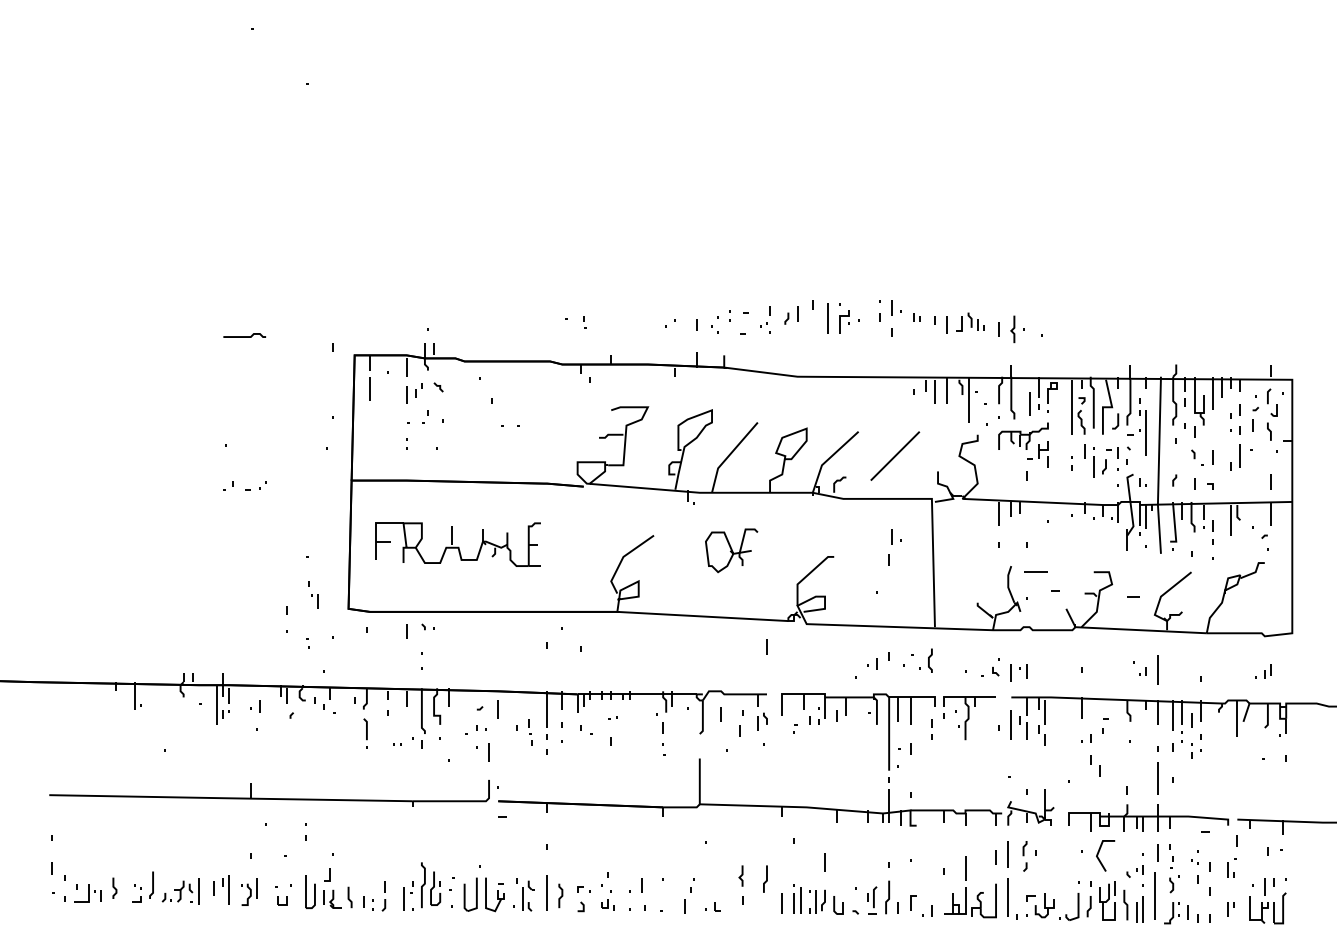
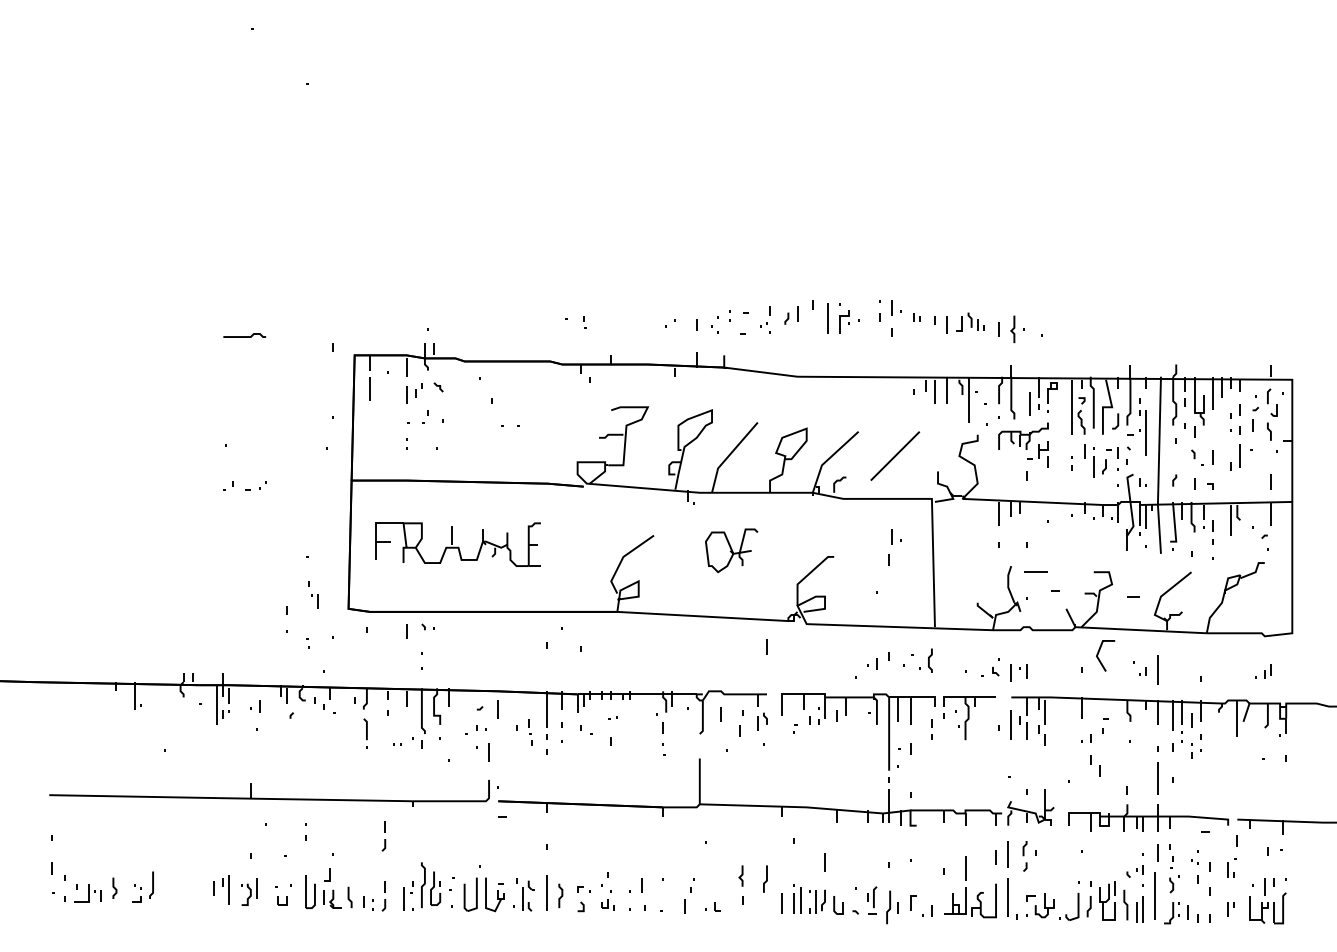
part at (383, 836): none -> present
line at (1099, 852) position: (1099, 852) -> (1099, 652)
part at (180, 891): present -> none
line at (888, 897) position: (888, 897) -> (889, 907)
